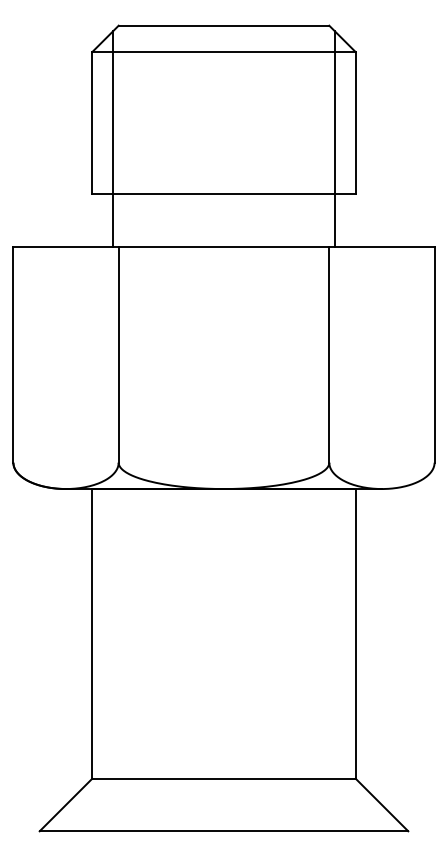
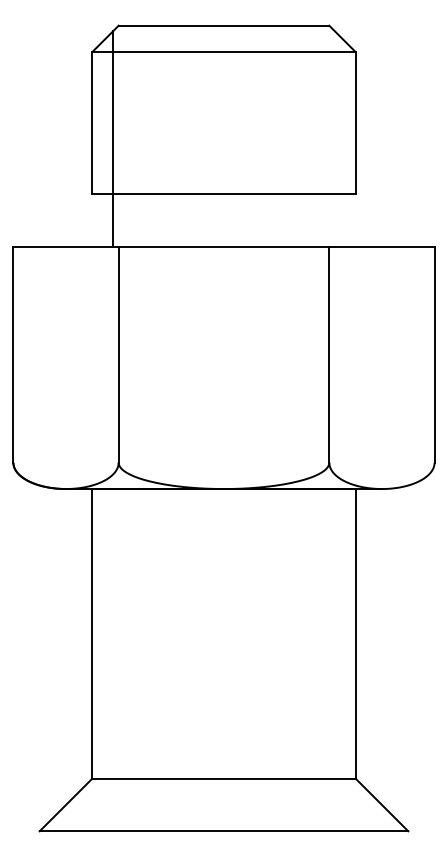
line at (334, 138): present -> none
